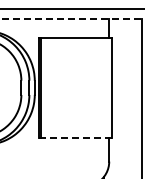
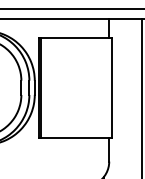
line at (72, 19): dashed -> solid
line at (75, 137): dashed -> solid
